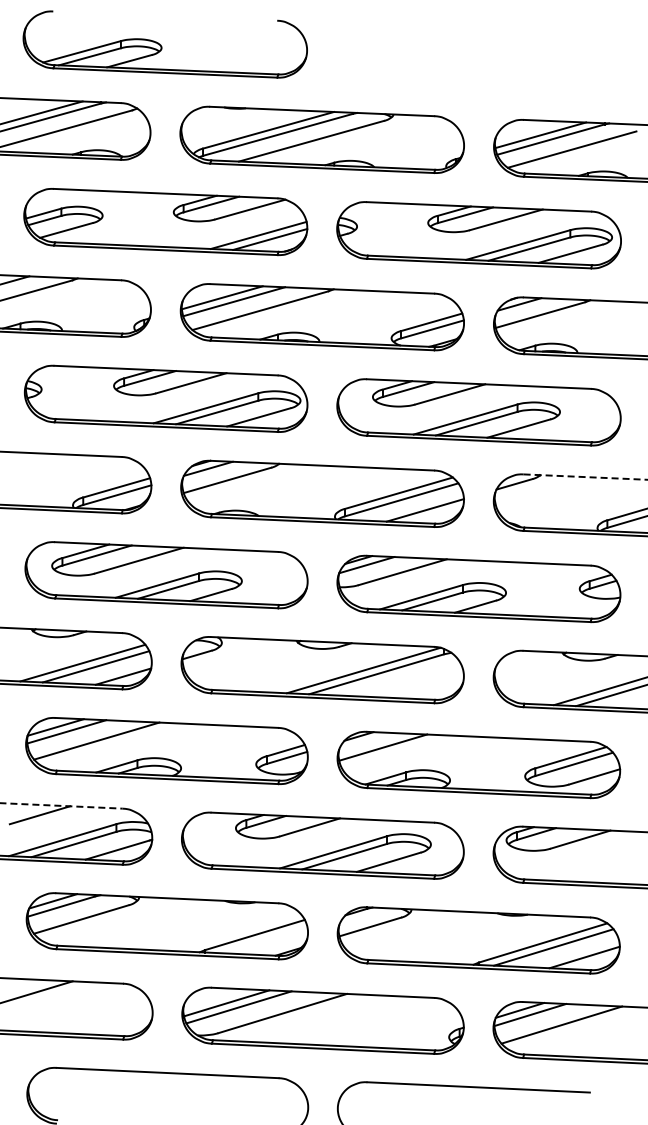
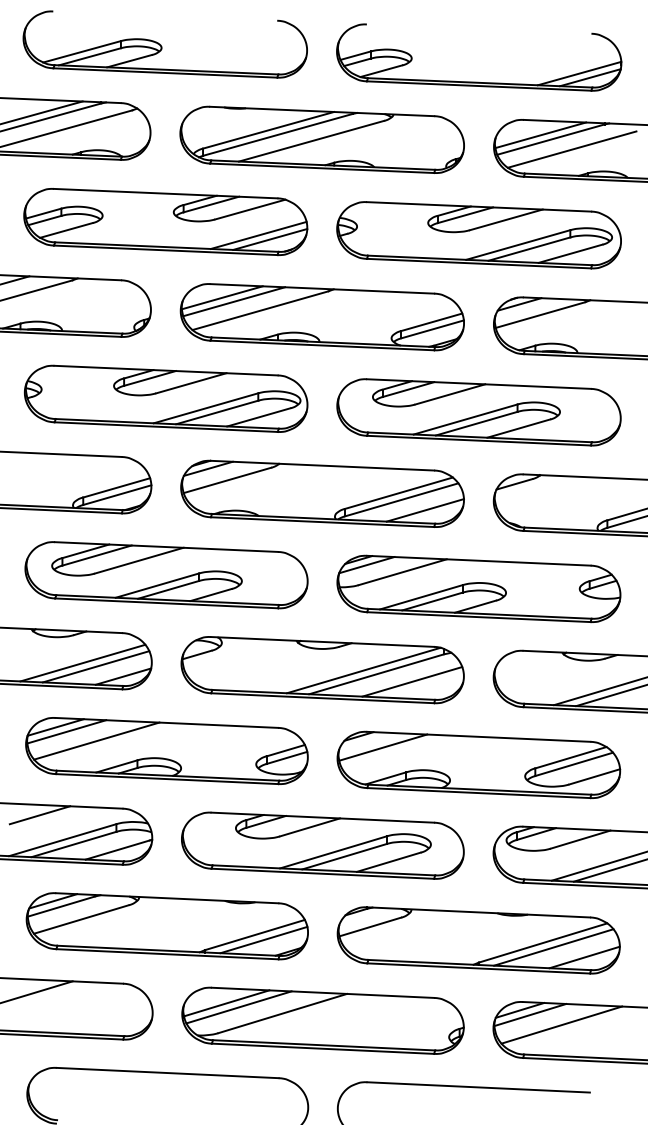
part at (478, 81): none -> present
line at (585, 477): dashed -> solid
line at (412, 681): none -> present
line at (61, 805): dashed -> solid
line at (597, 866): none -> present
line at (608, 870): none -> present
line at (263, 939): none -> present
